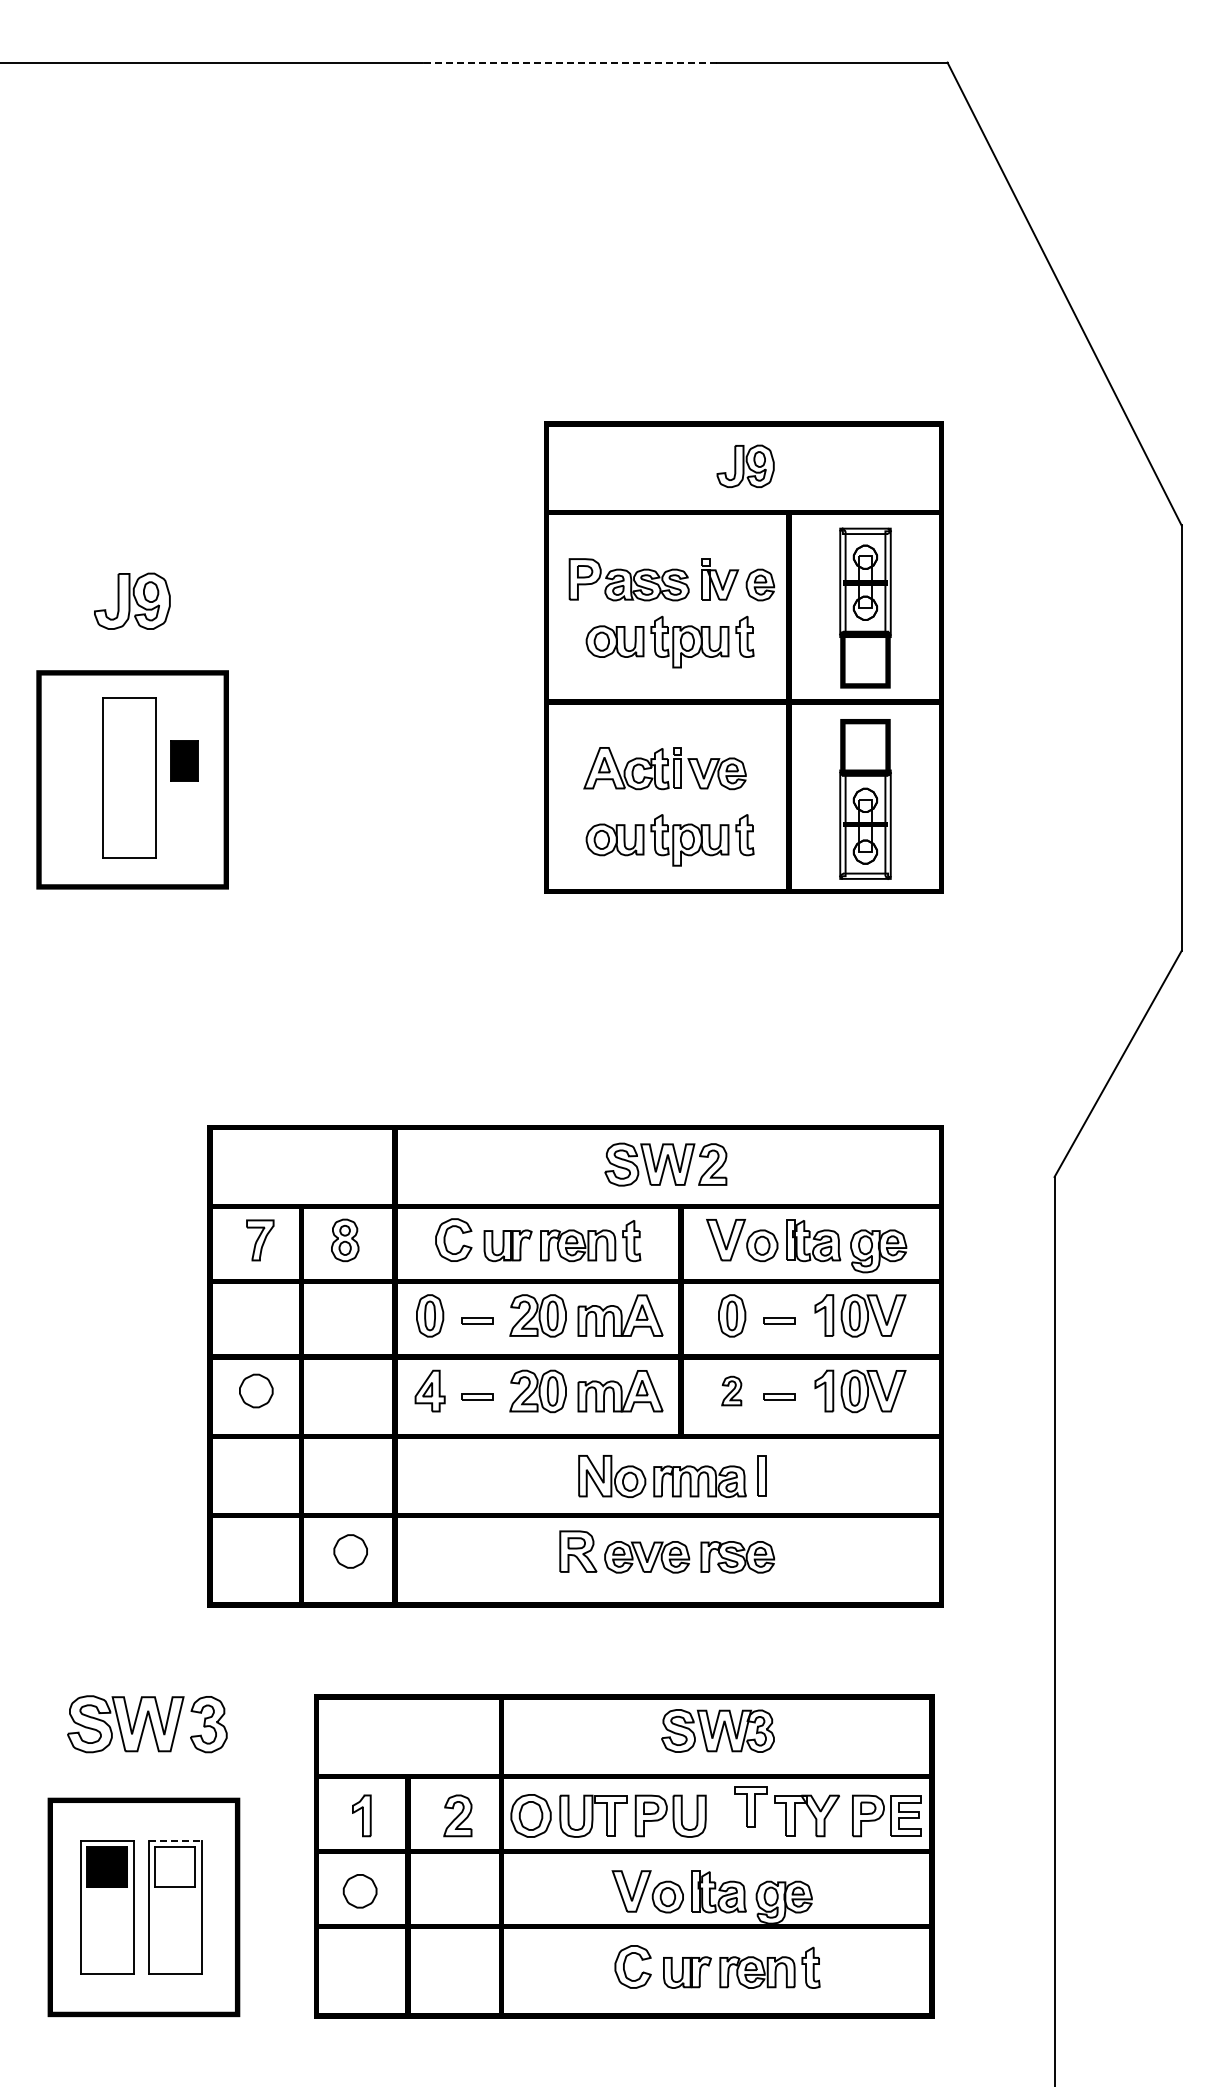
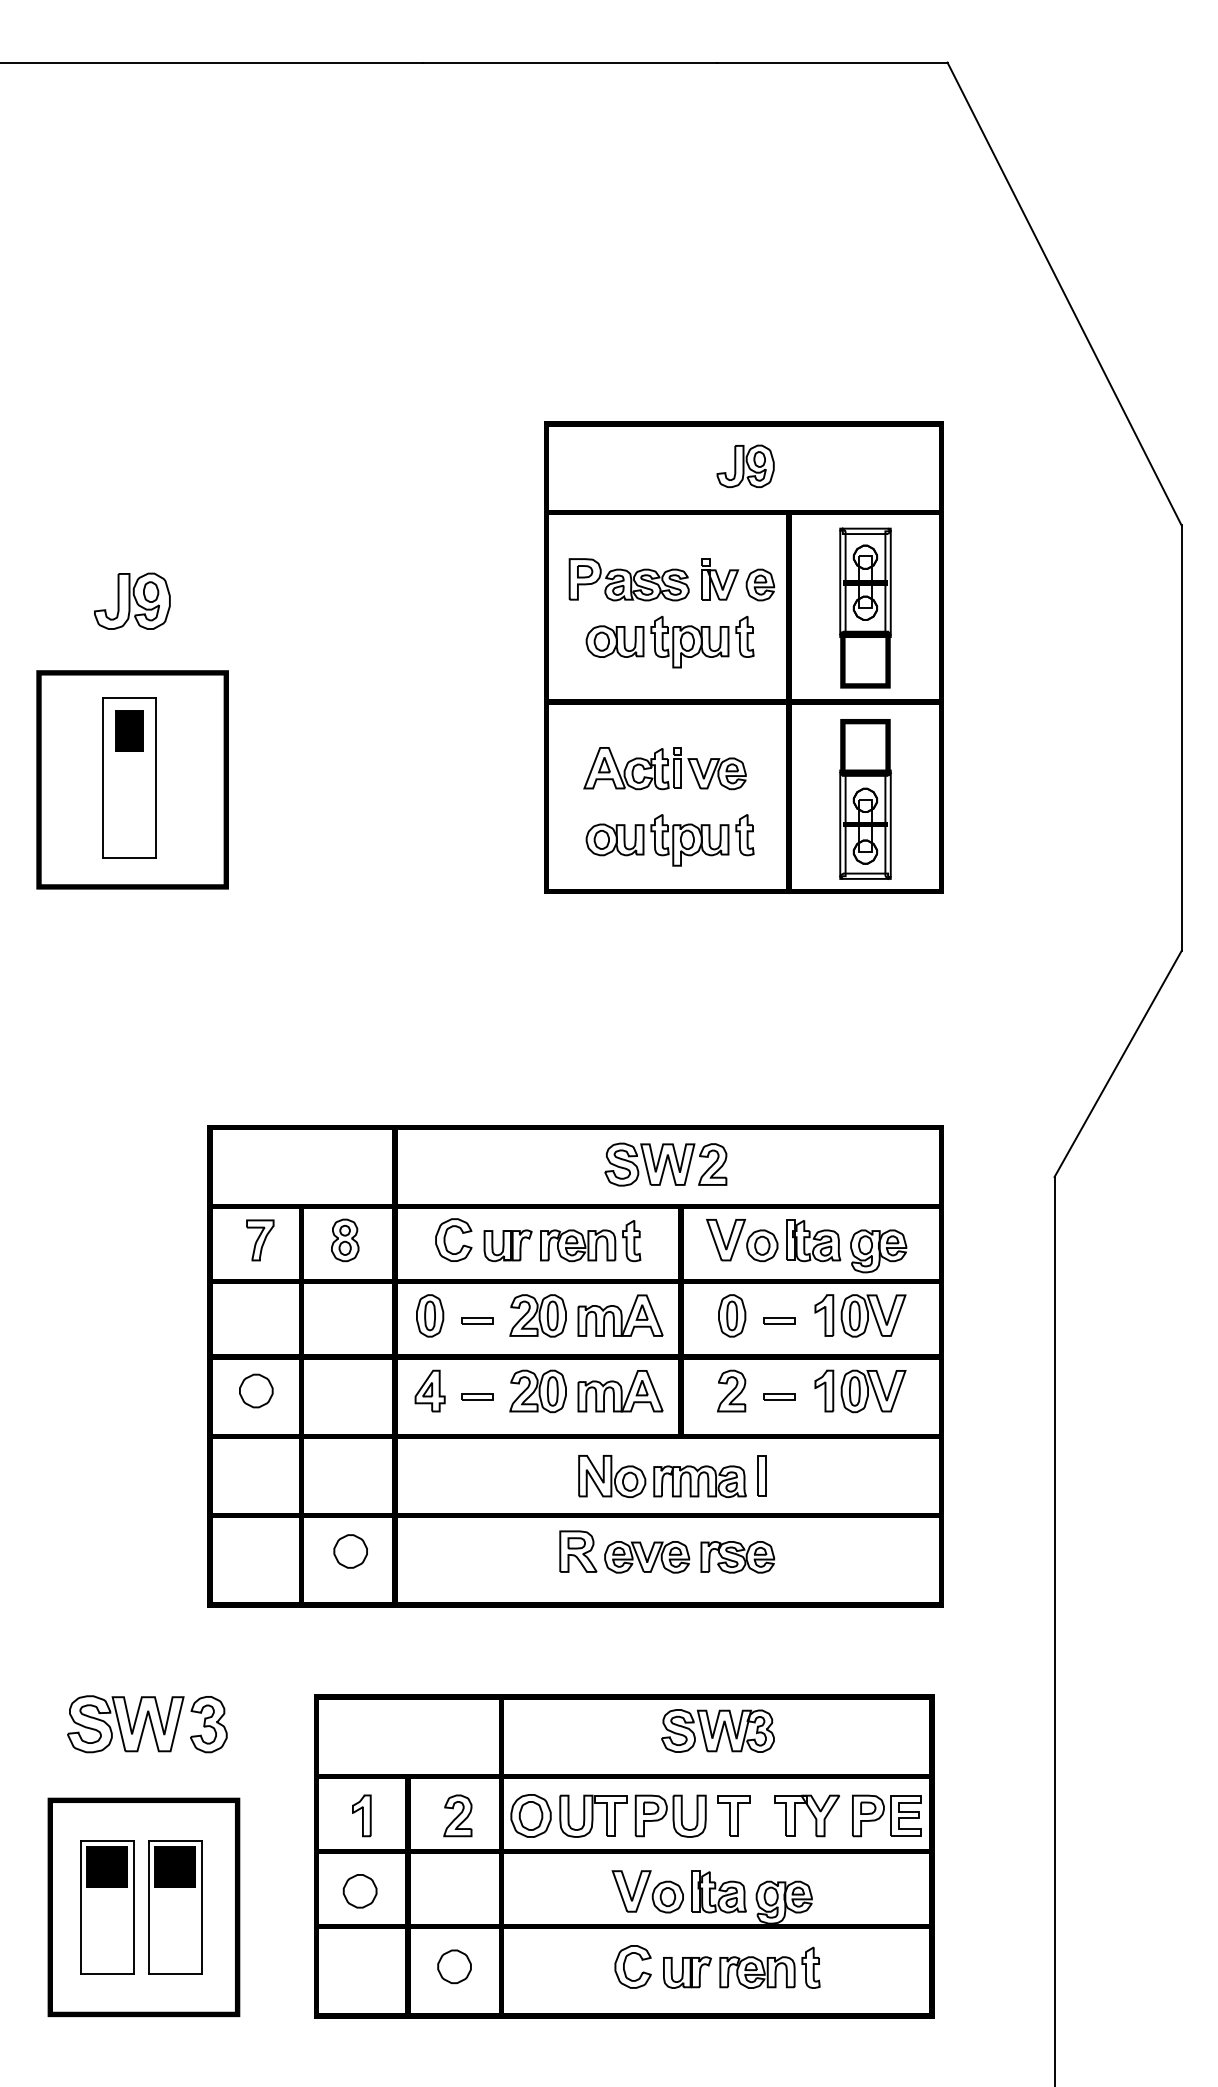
line at (569, 62): dashed -> solid
part at (184, 760) position: (184, 760) -> (129, 730)
part at (731, 1390) size: 22x32 px -> 30x44 px
part at (750, 1806) position: (750, 1806) -> (733, 1815)
line at (175, 1840): dashed -> solid
hatch at (175, 1867): none -> present
part at (454, 1966): none -> present
